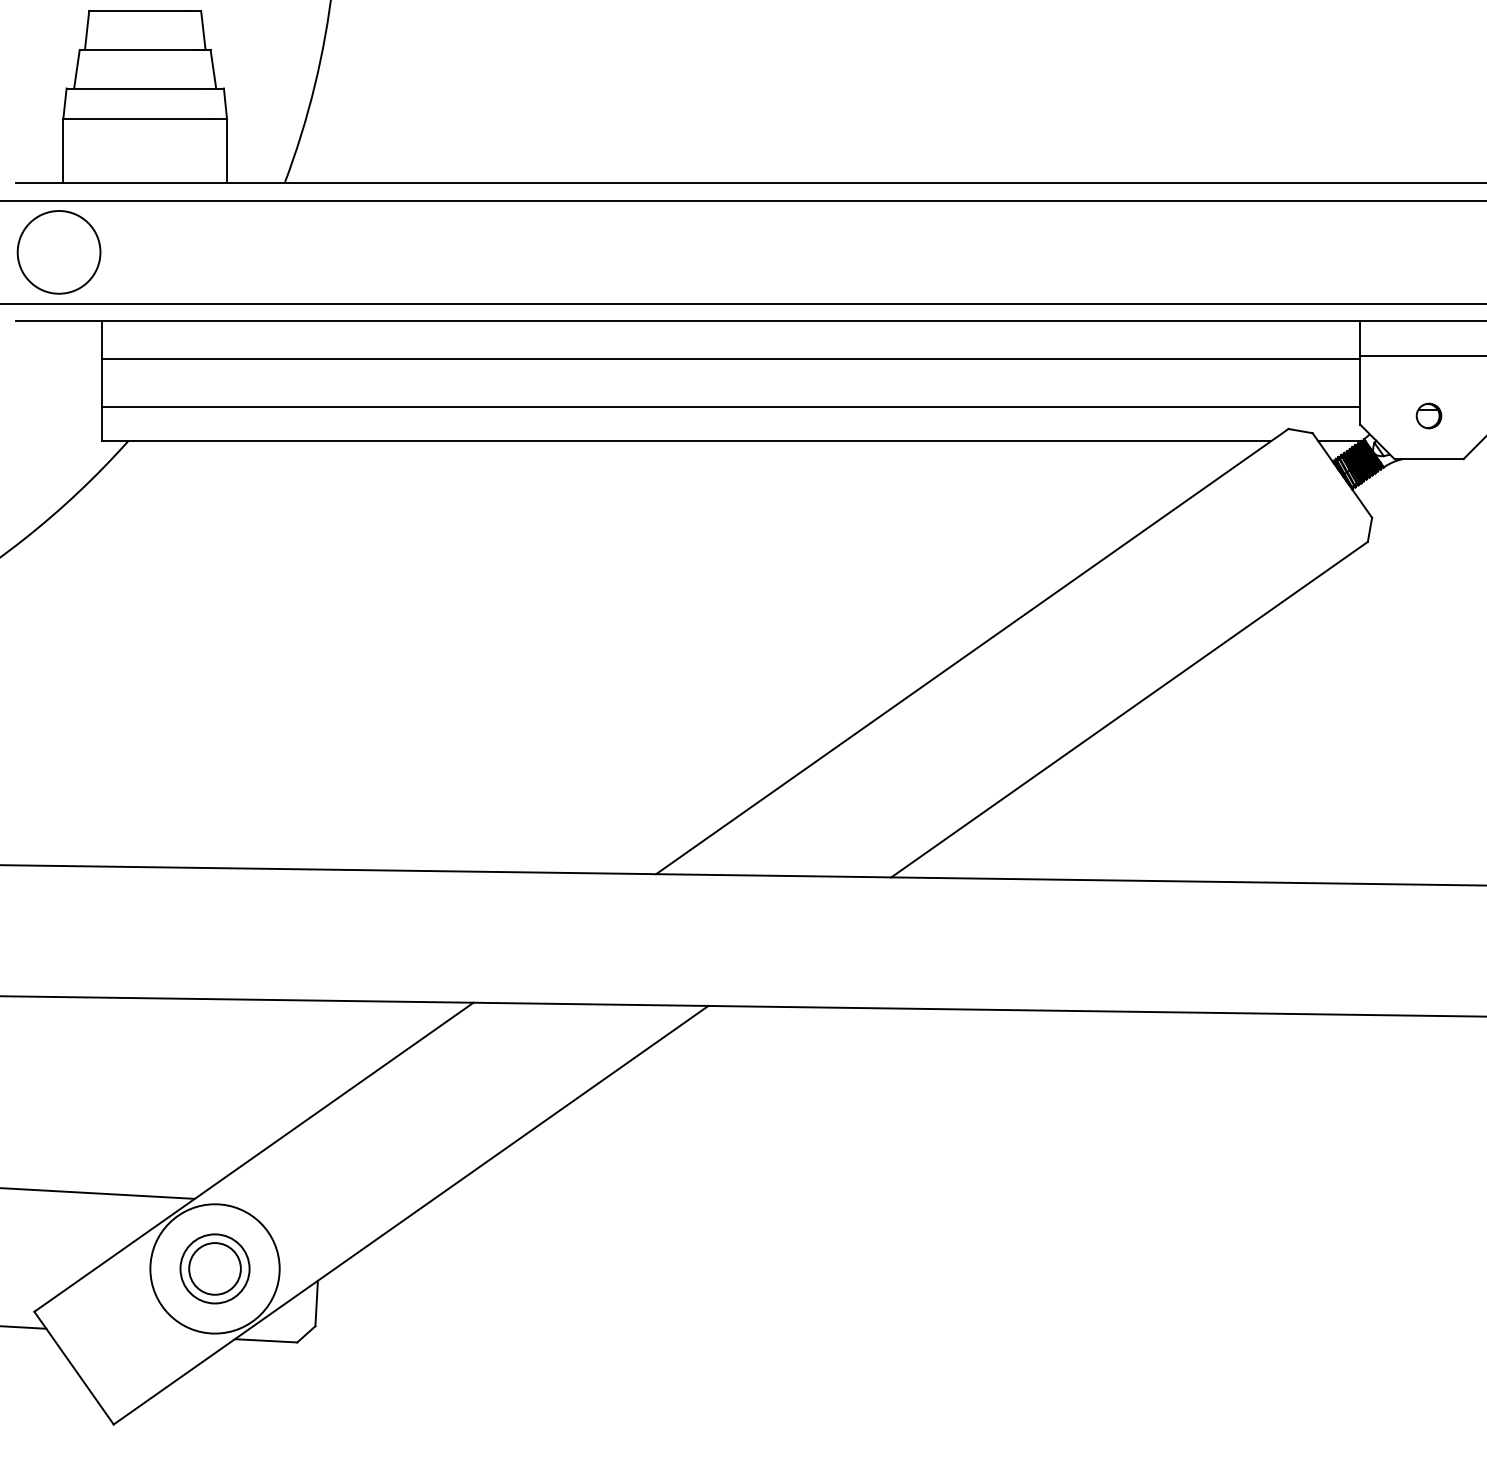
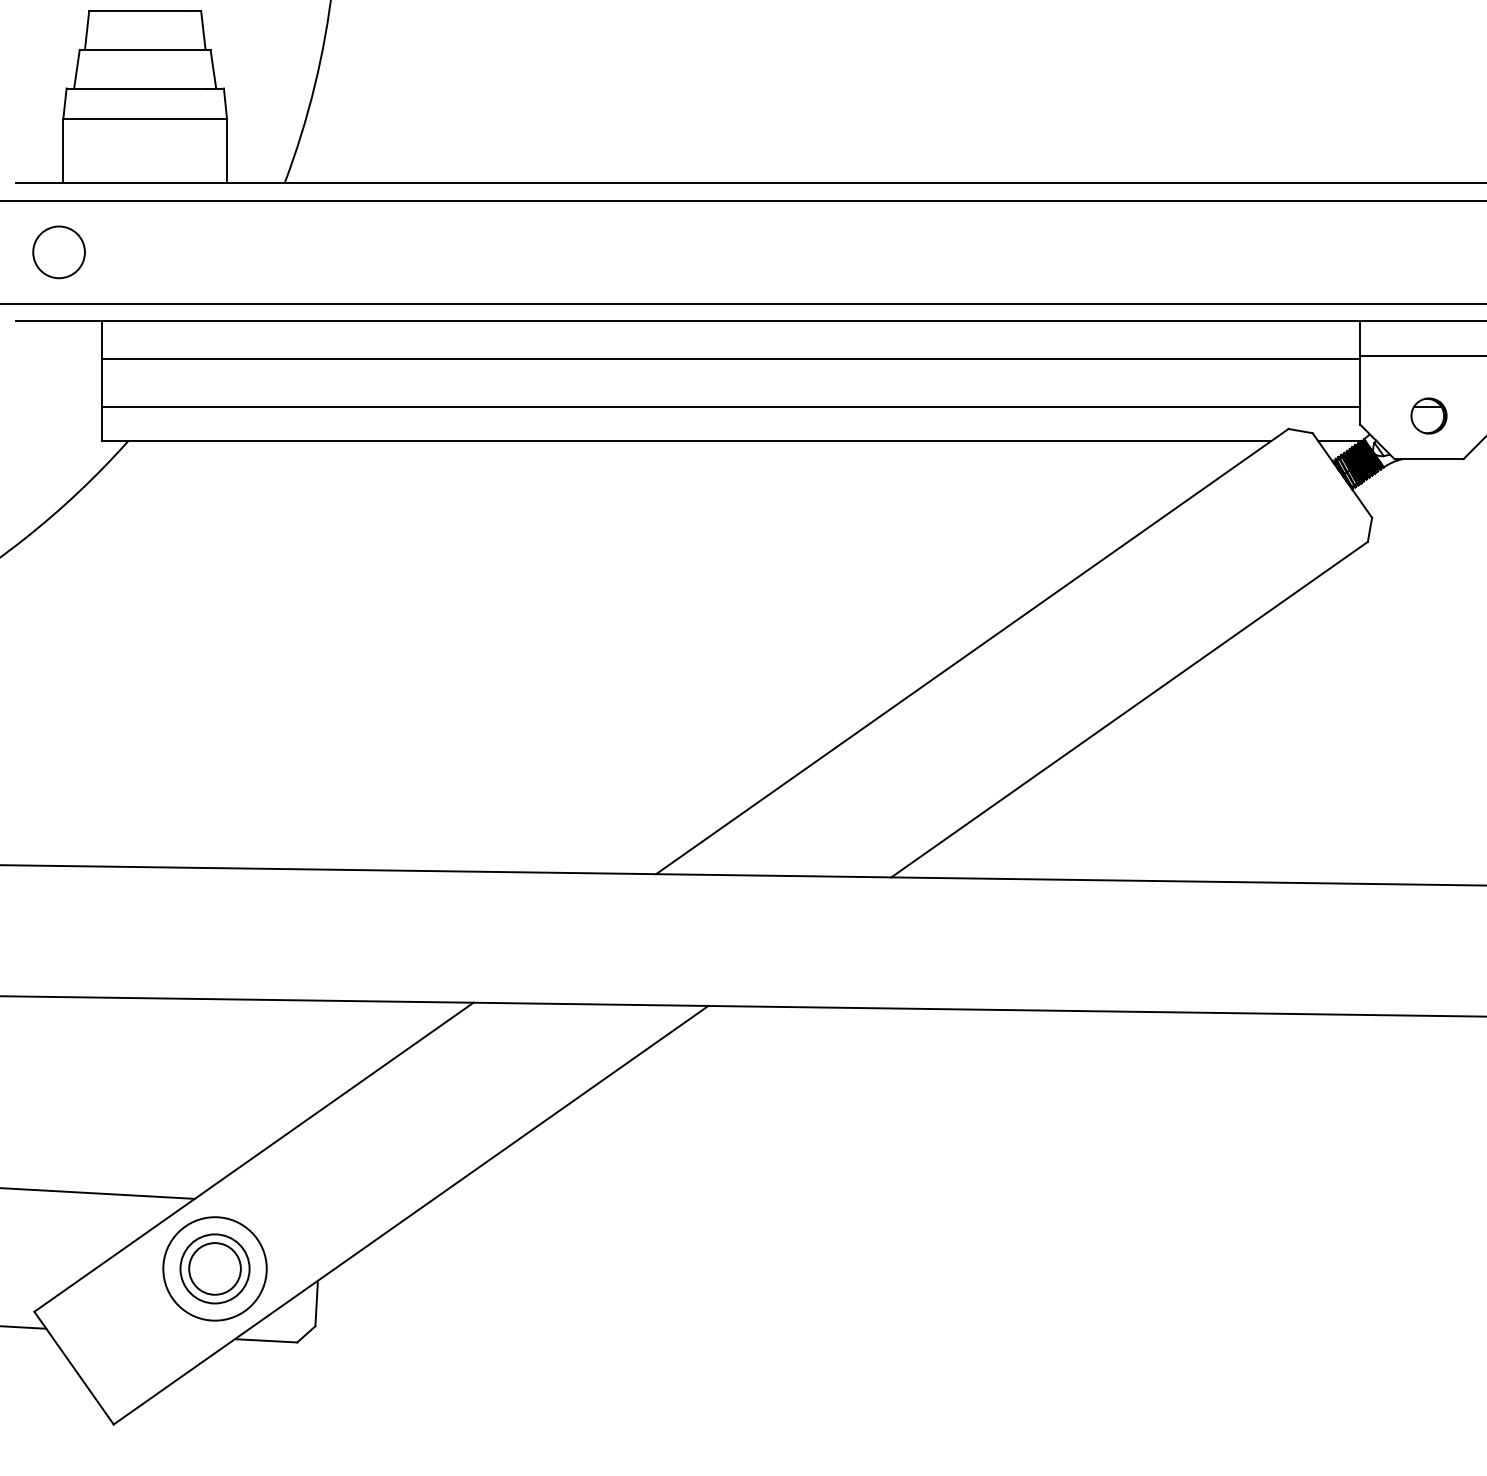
circle at (58, 252) diameter: 83 px -> 52 px
part at (1428, 415) size: 28x28 px -> 38x38 px
circle at (214, 1268) diameter: 129 px -> 103 px
